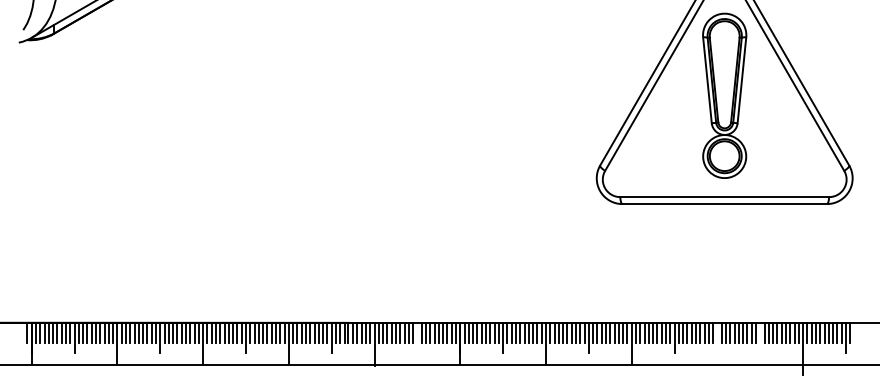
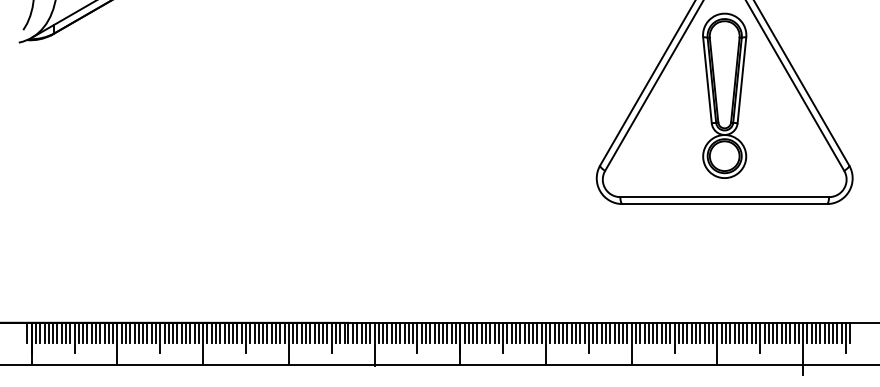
line at (417, 337): none -> present
line at (760, 337): none -> present
line at (717, 343): none -> present
